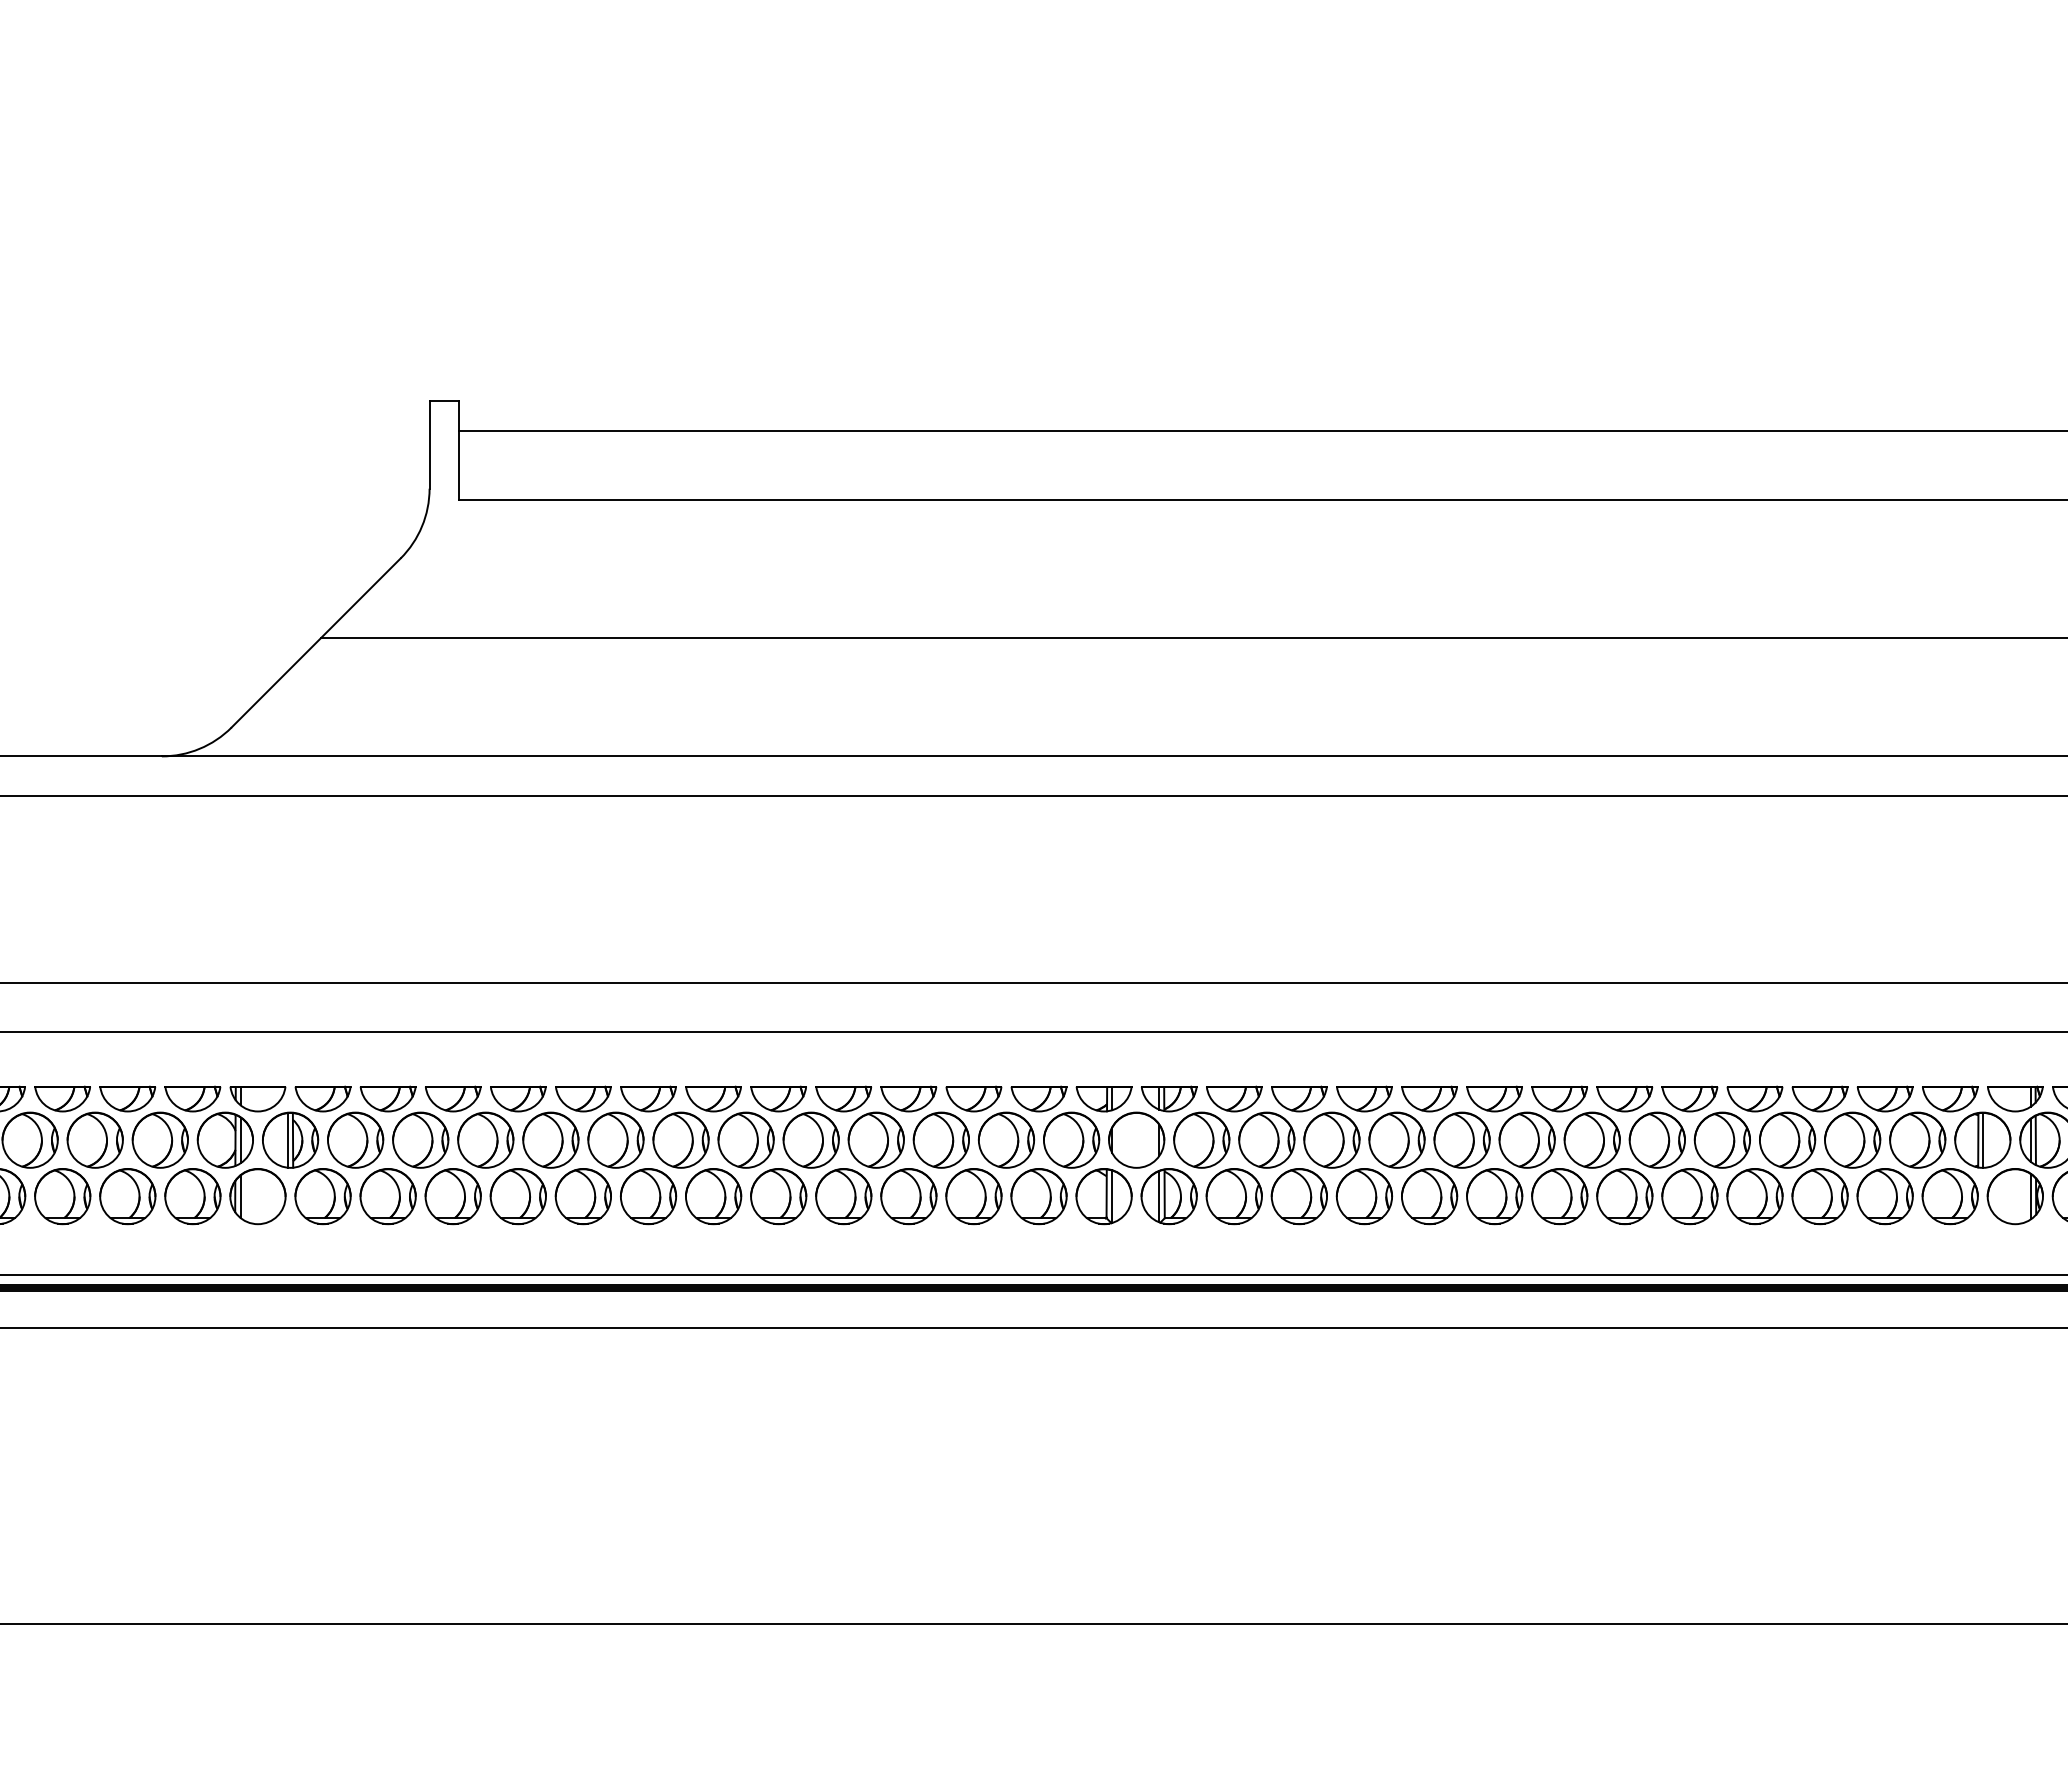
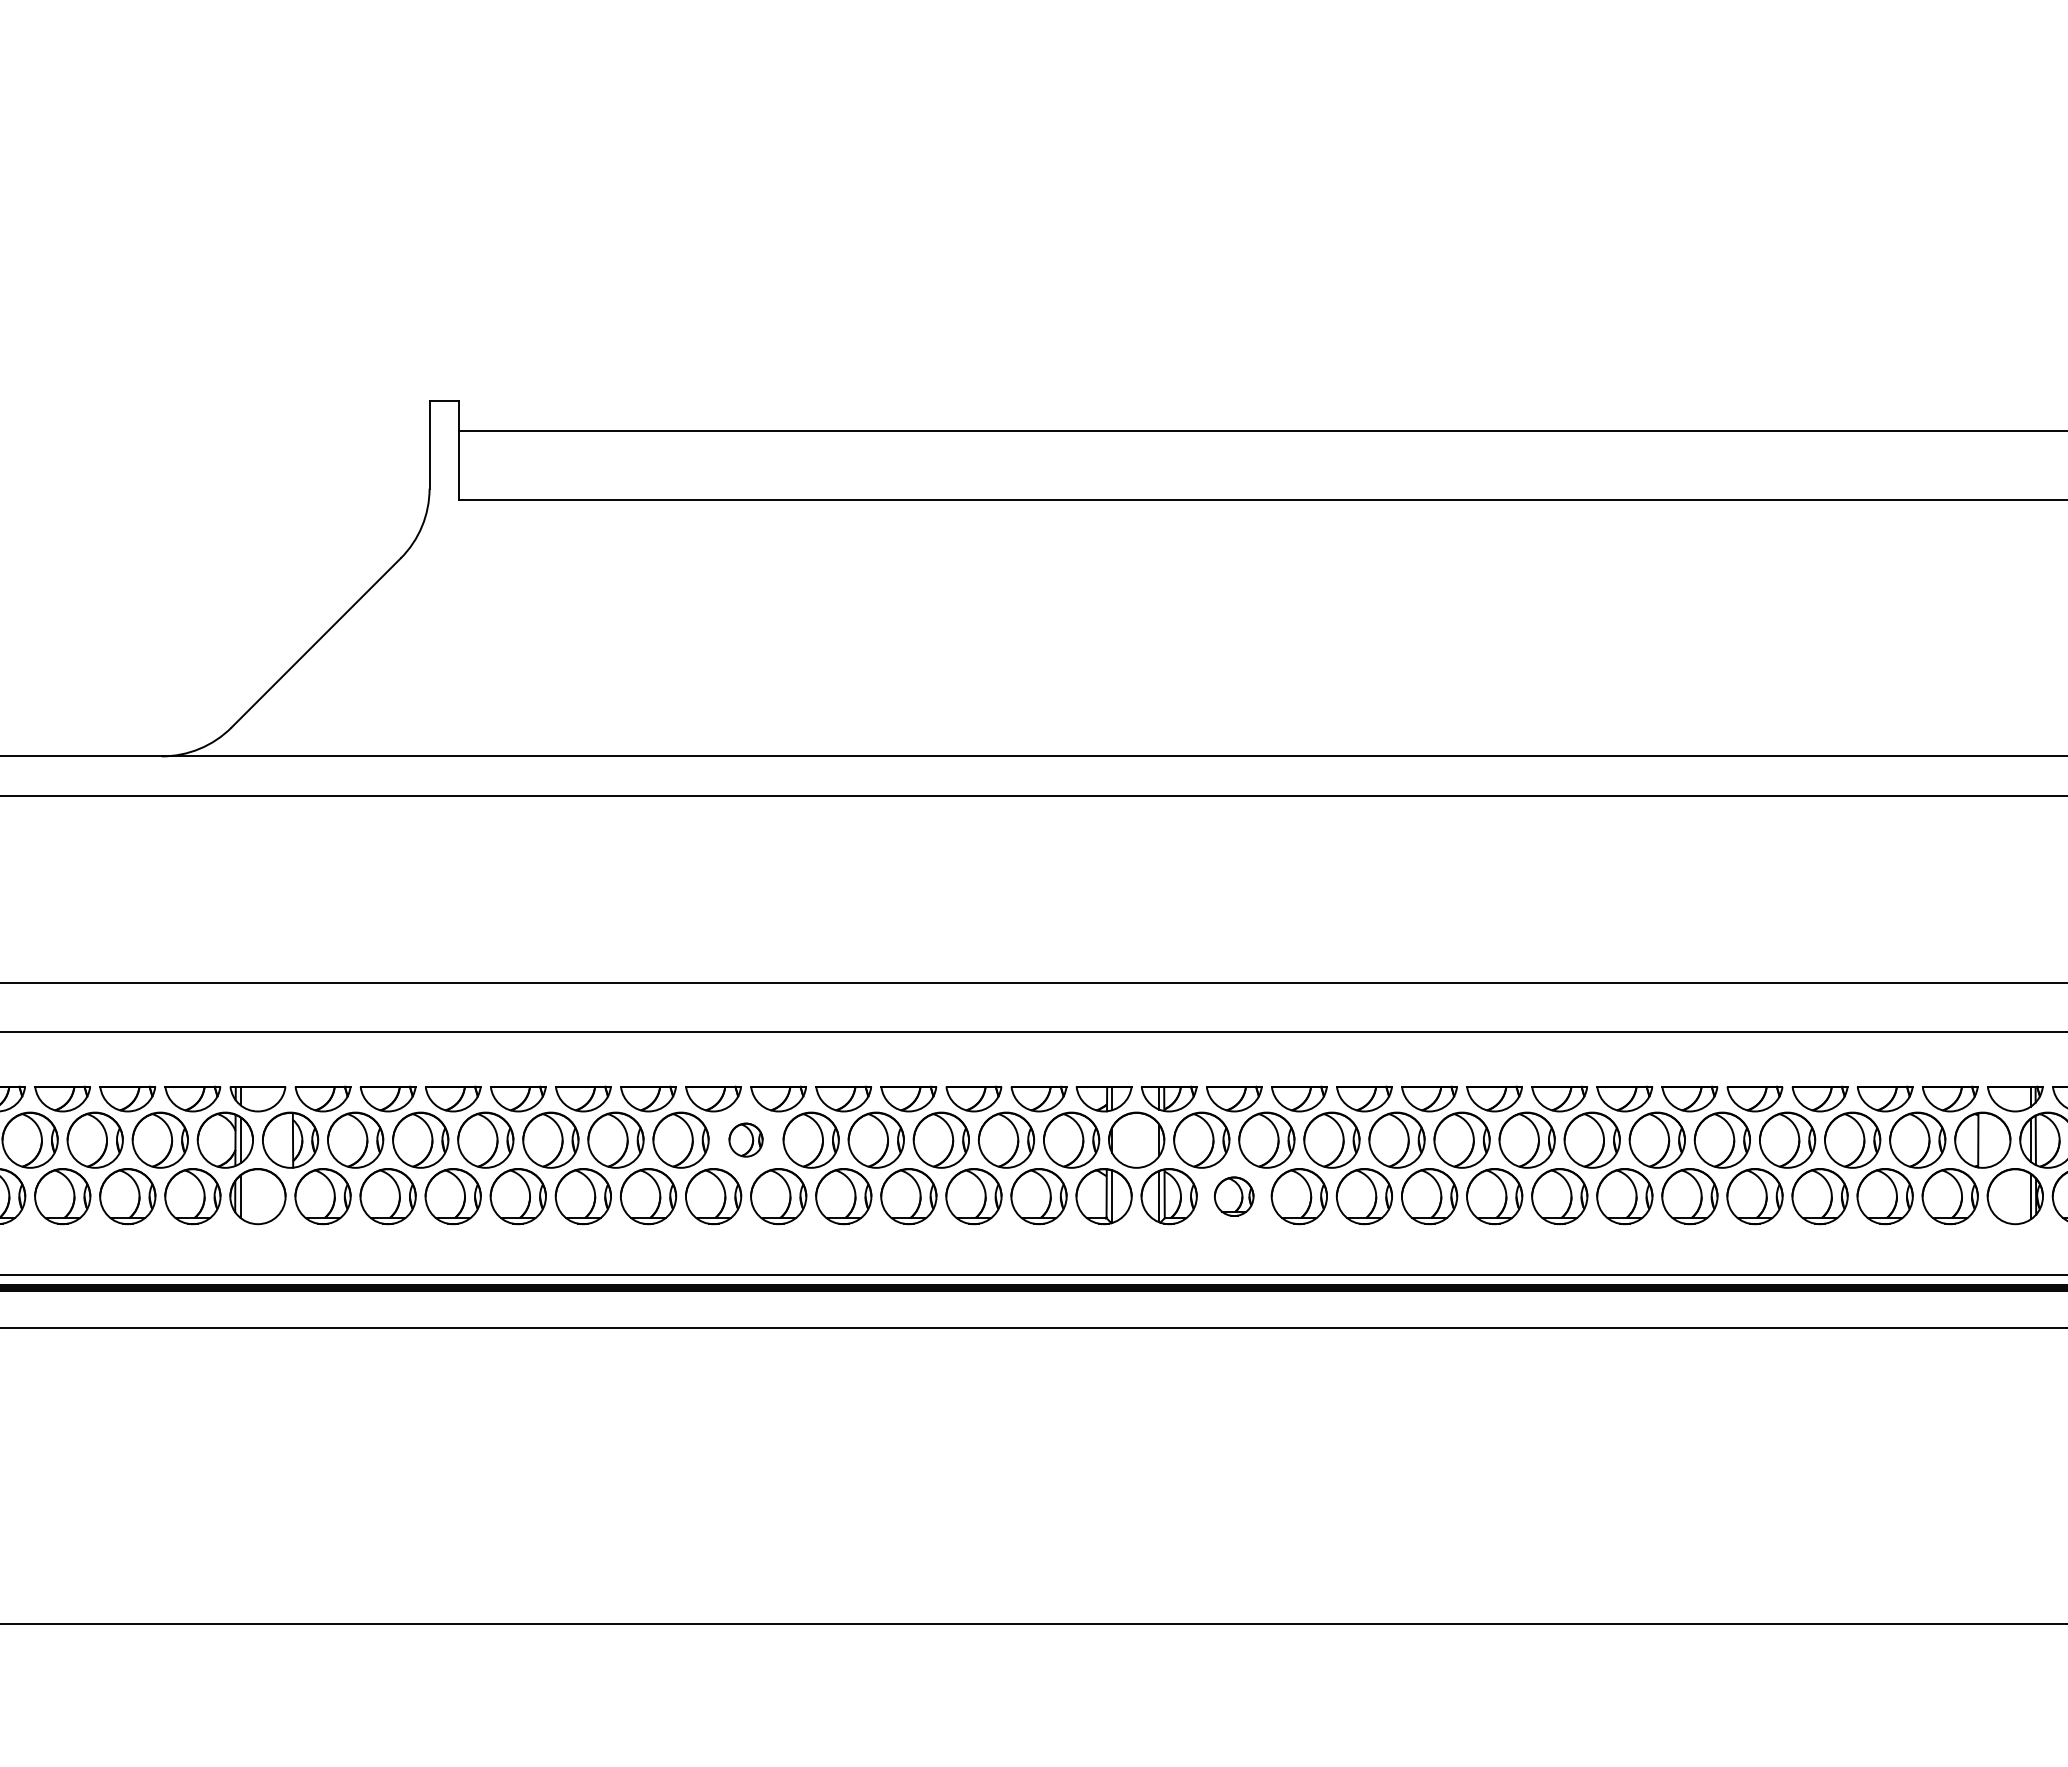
line at (1192, 638): present -> none
part at (745, 1139) size: 58x58 px -> 36x36 px
line at (1983, 1139): present -> none
line at (287, 1140): present -> none
part at (1233, 1196) size: 58x58 px -> 42x41 px
